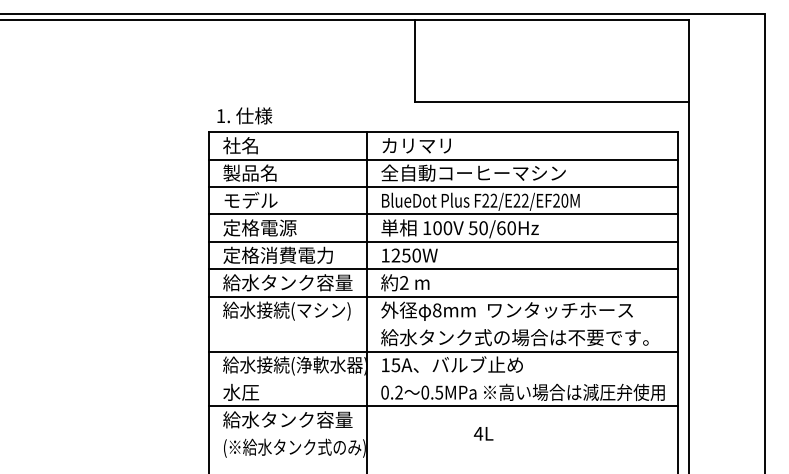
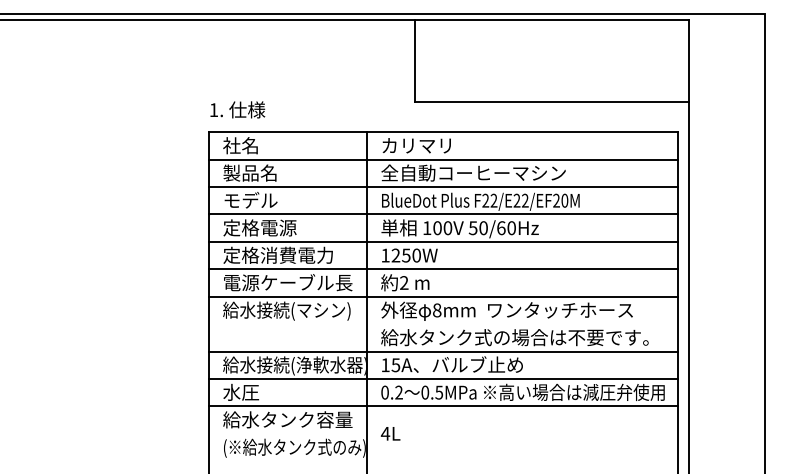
text at (244, 115) position: (244, 115) -> (237, 109)
text at (287, 282): 給水タンク容量 -> 電源ケーブル長
line at (442, 378): none -> present
text at (483, 433) position: (483, 433) -> (390, 433)
